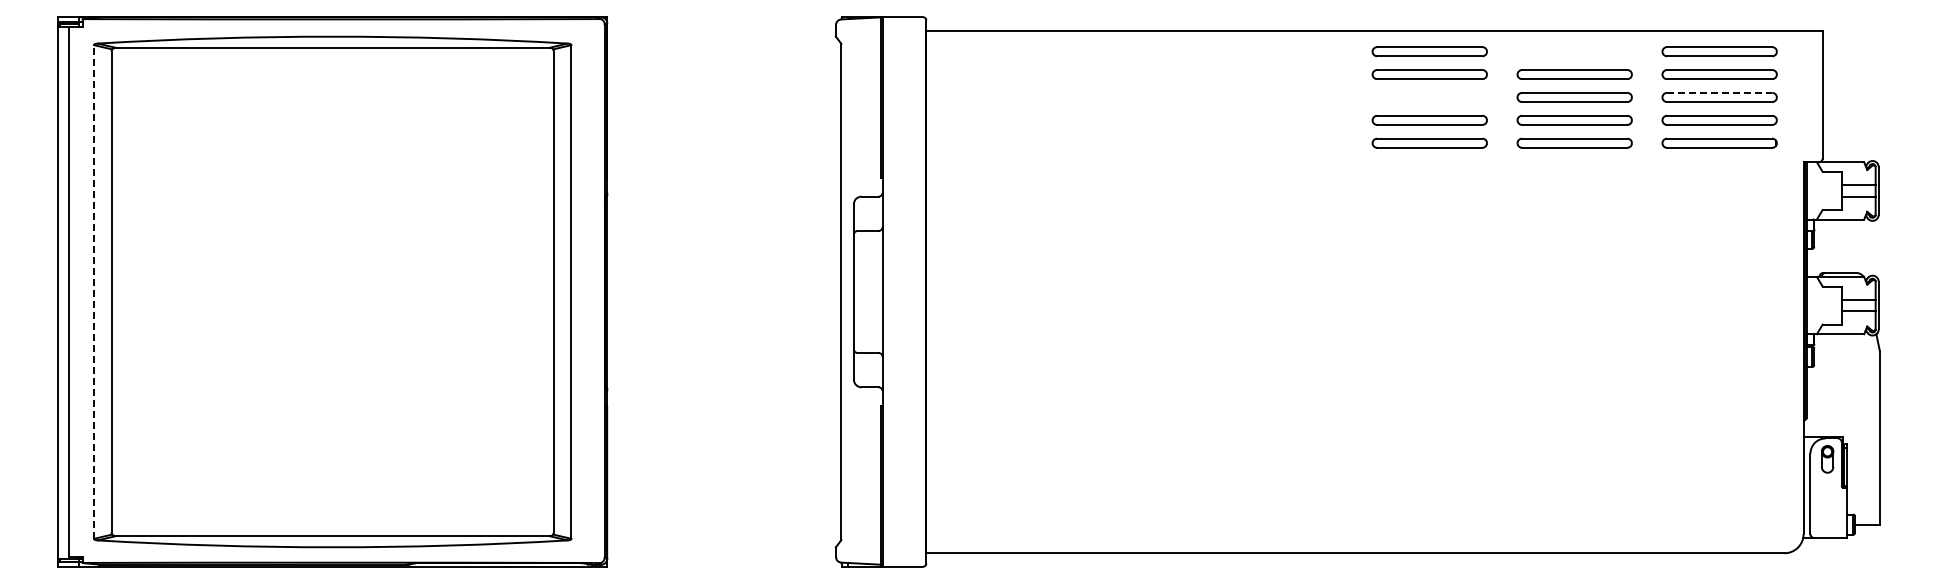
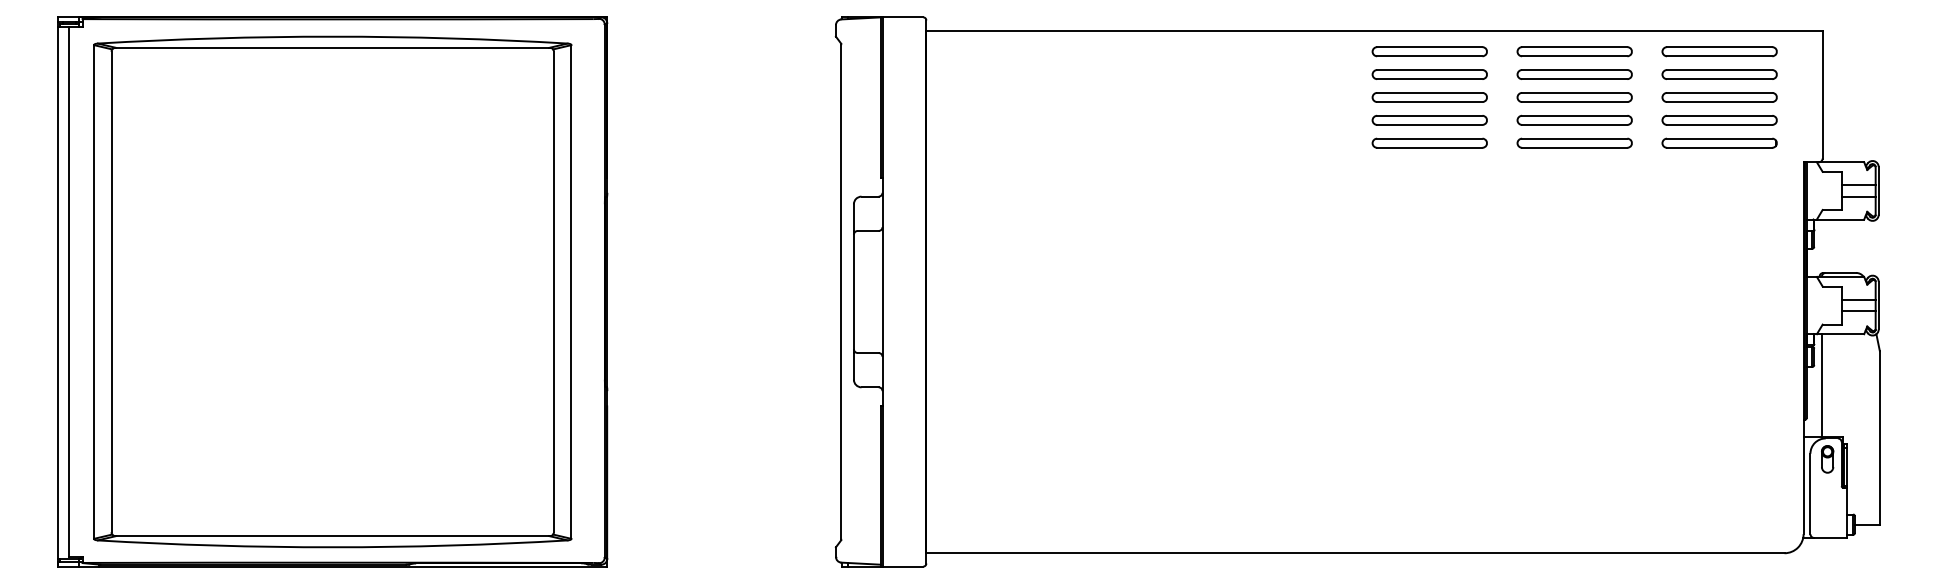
part at (1574, 51): none -> present
line at (1719, 92): dashed -> solid
part at (1429, 97): none -> present
line at (94, 291): dashed -> solid
line at (1821, 385): none -> present
